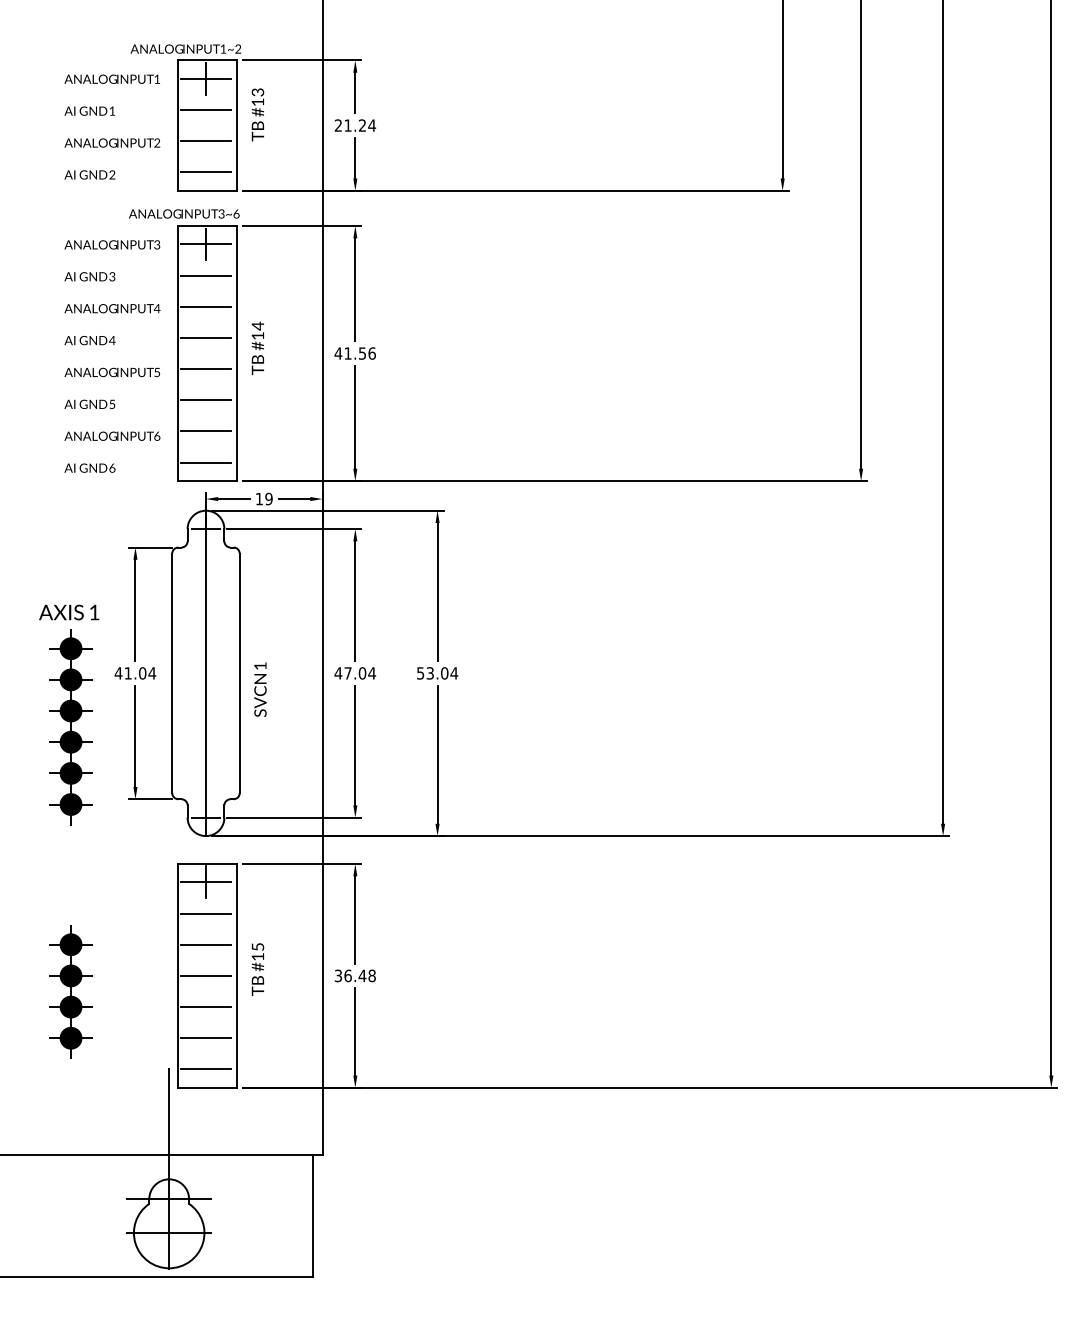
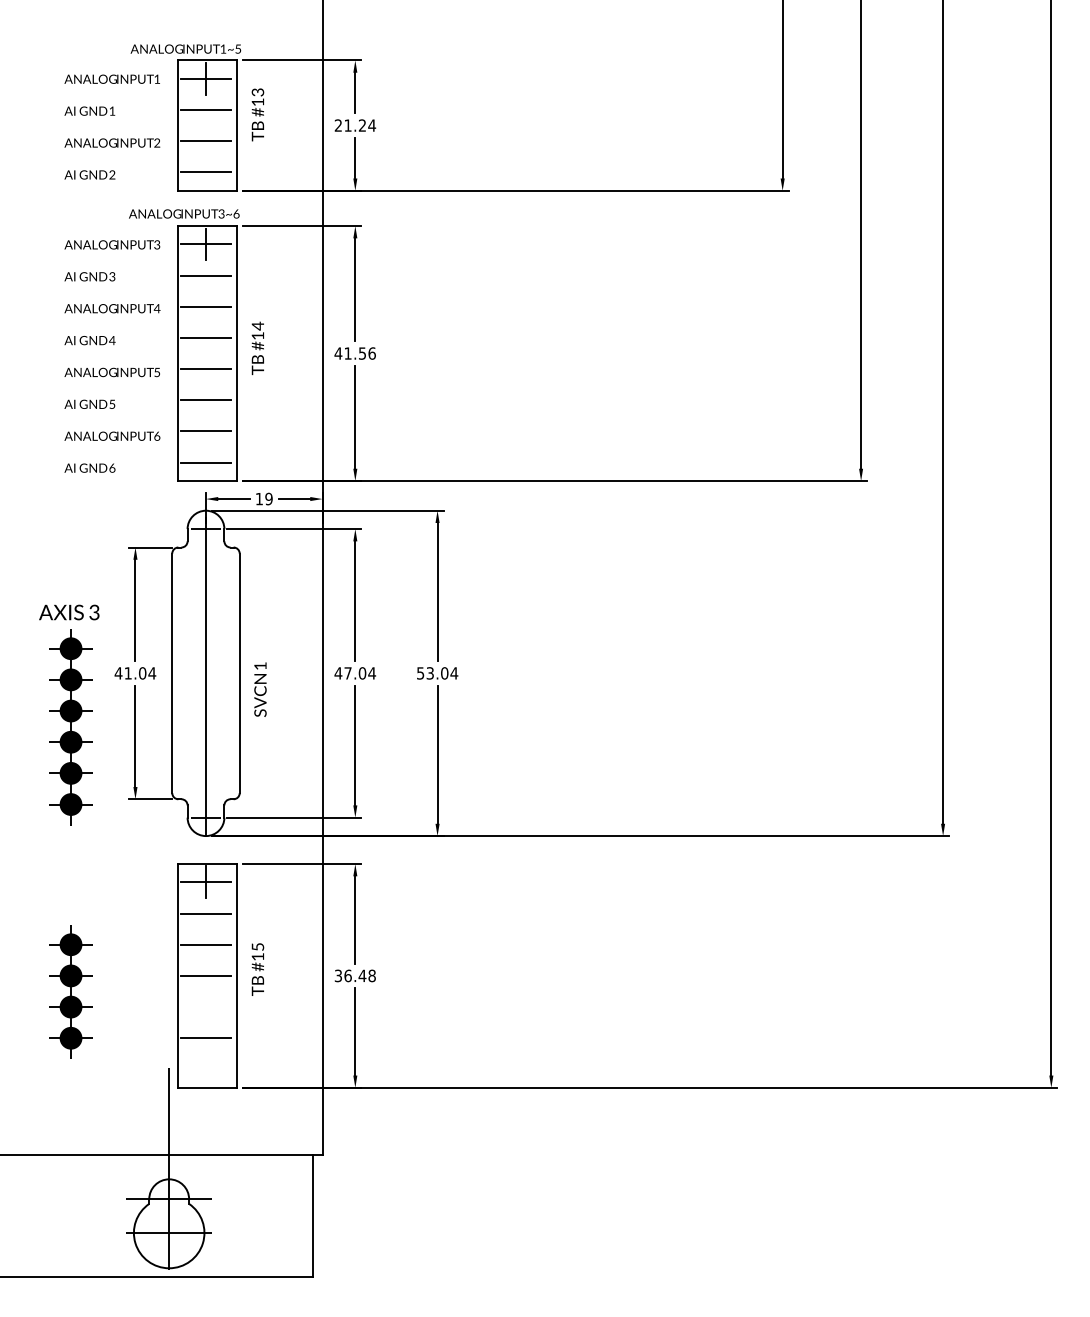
text at (238, 48): 1~2 -> 1~5
text at (94, 612): 1 -> 3
line at (205, 1007): present -> none
line at (205, 1069): present -> none
